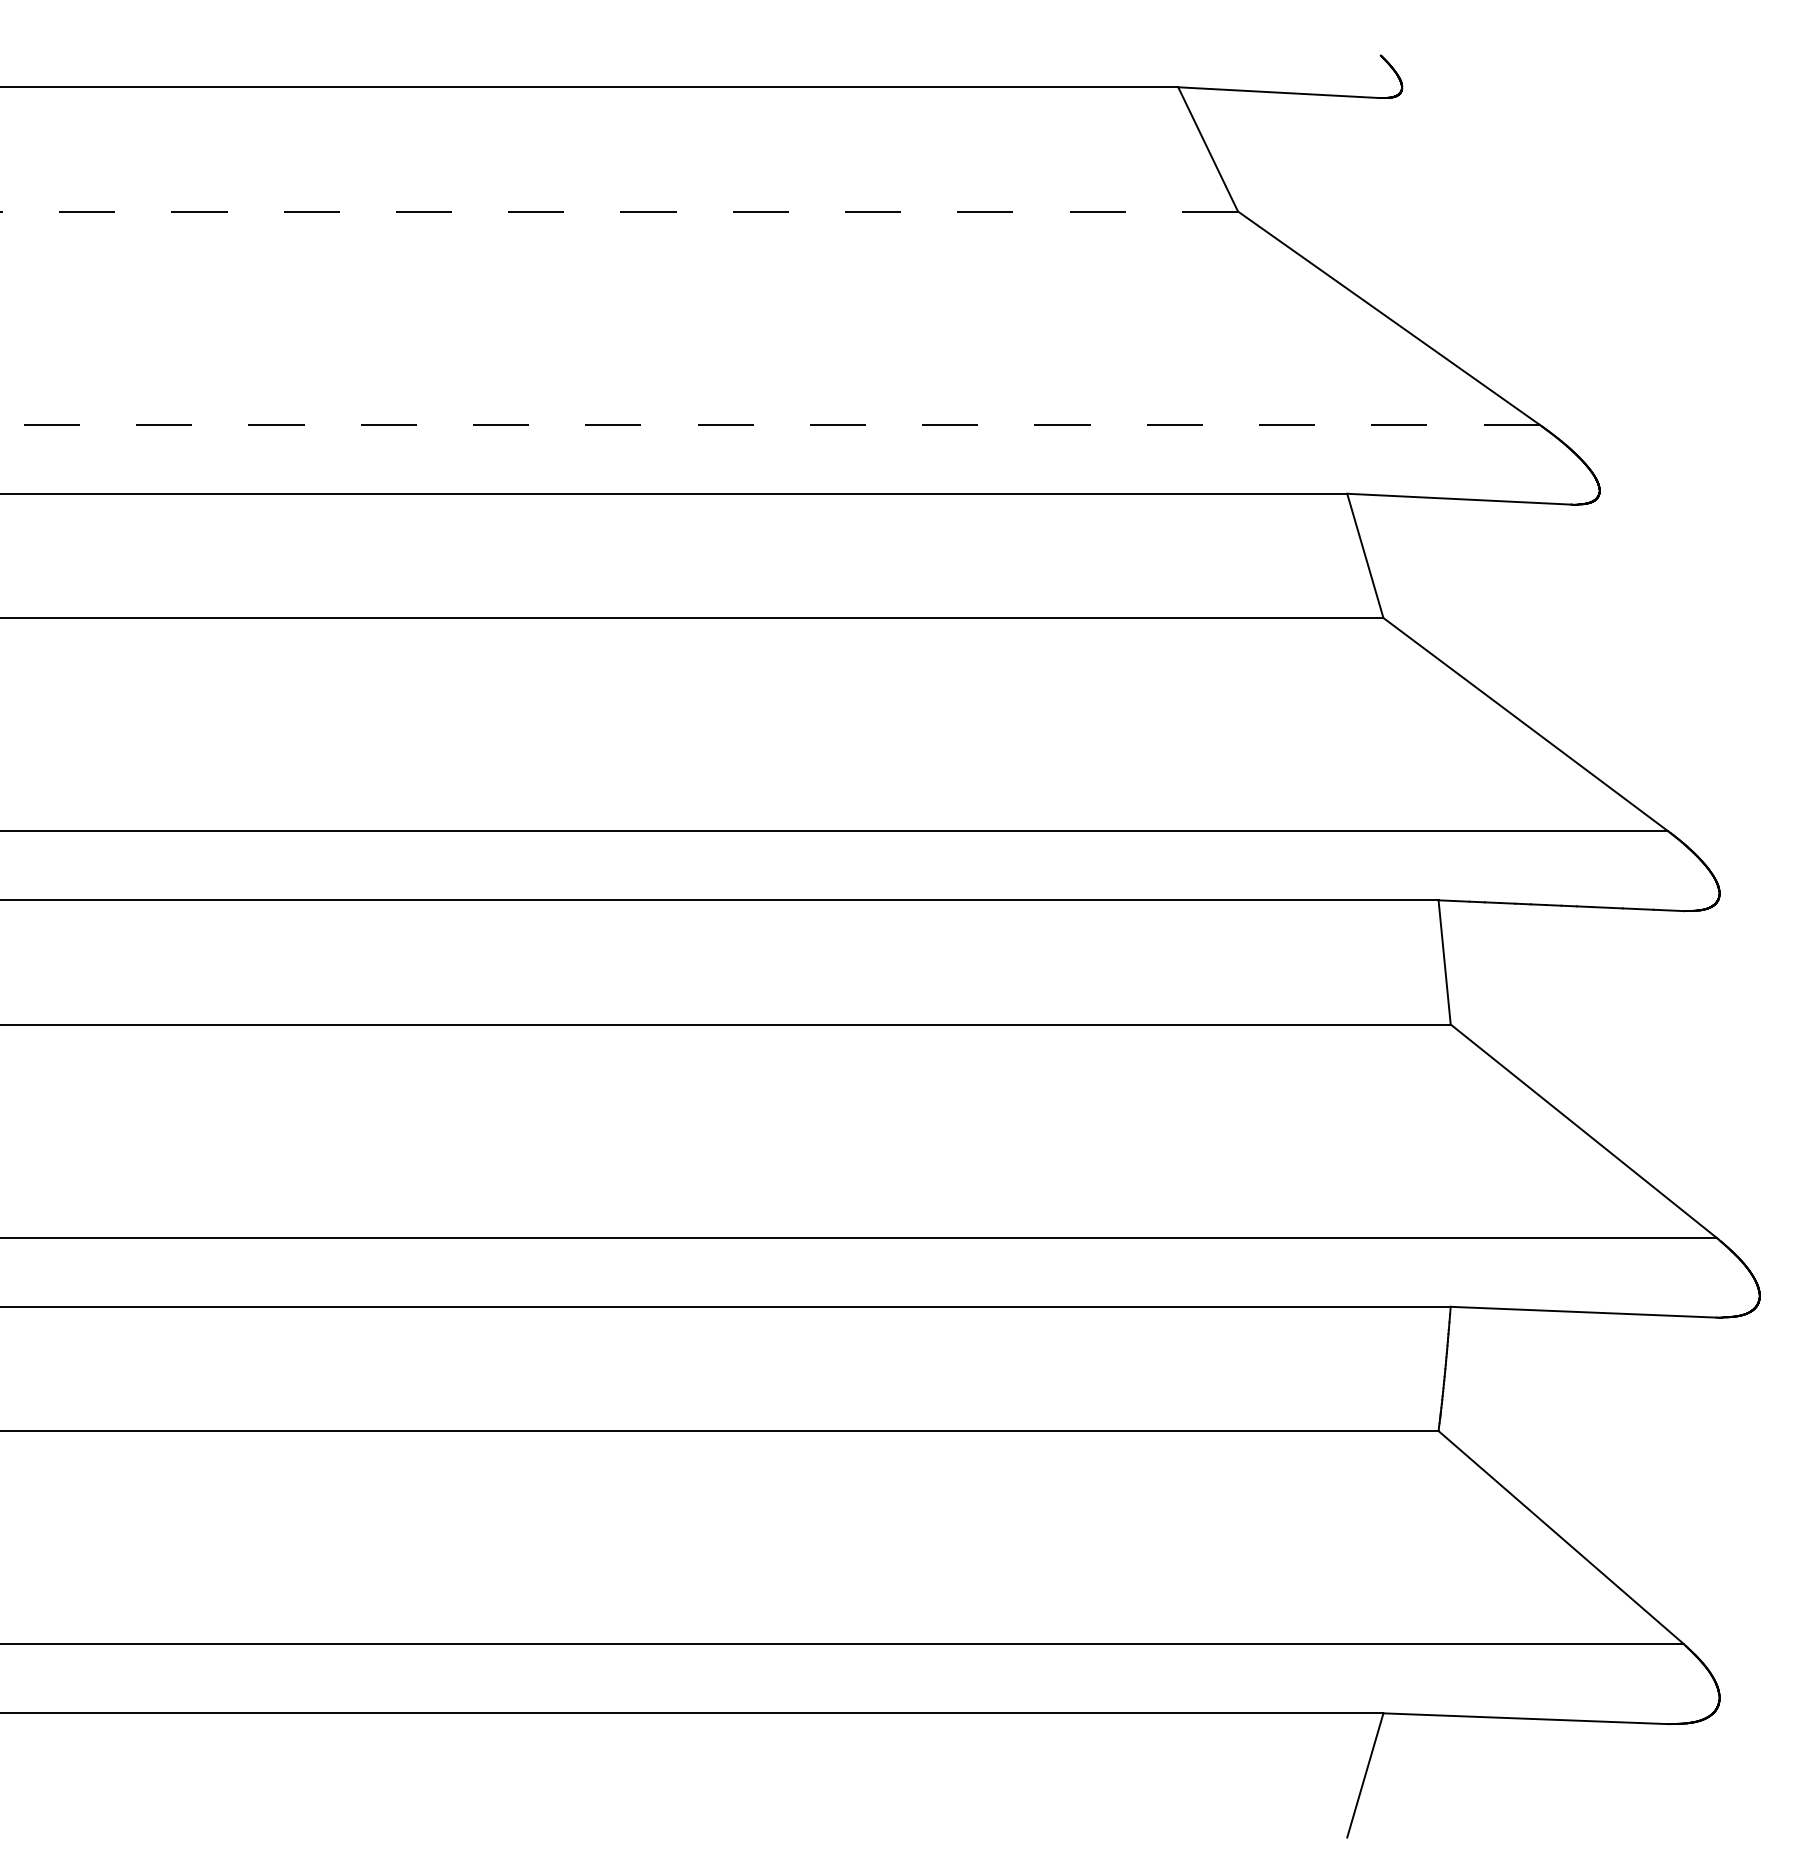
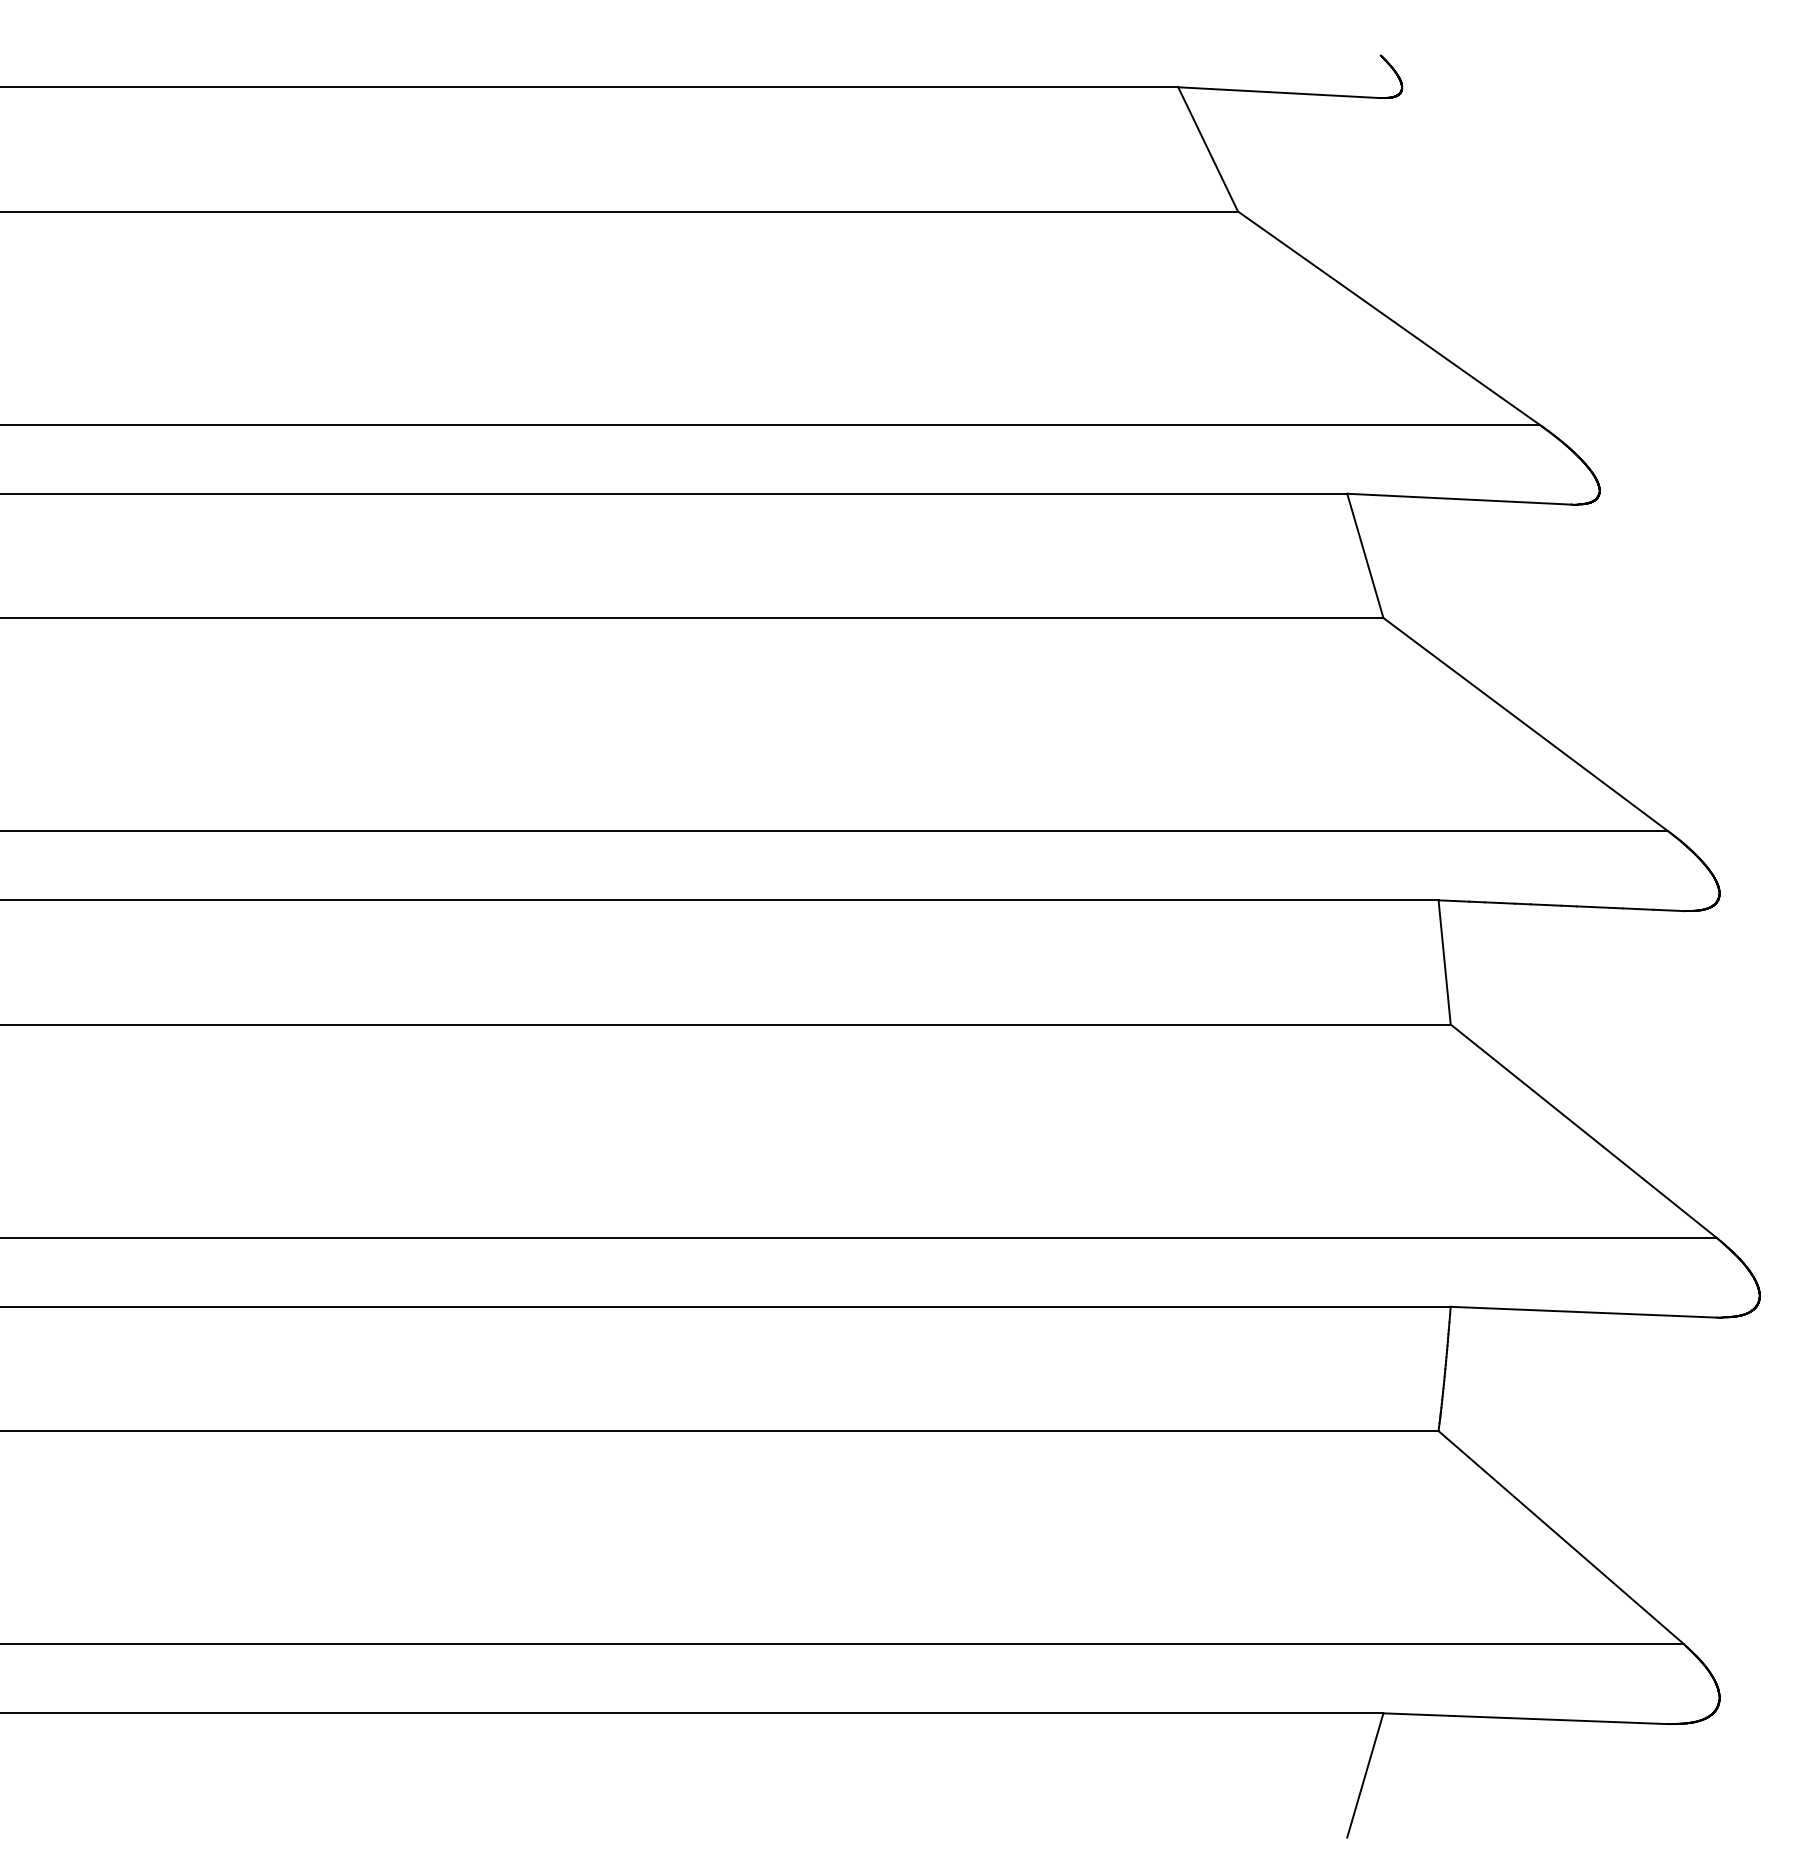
line at (618, 211): dashed -> solid
line at (770, 424): dashed -> solid
